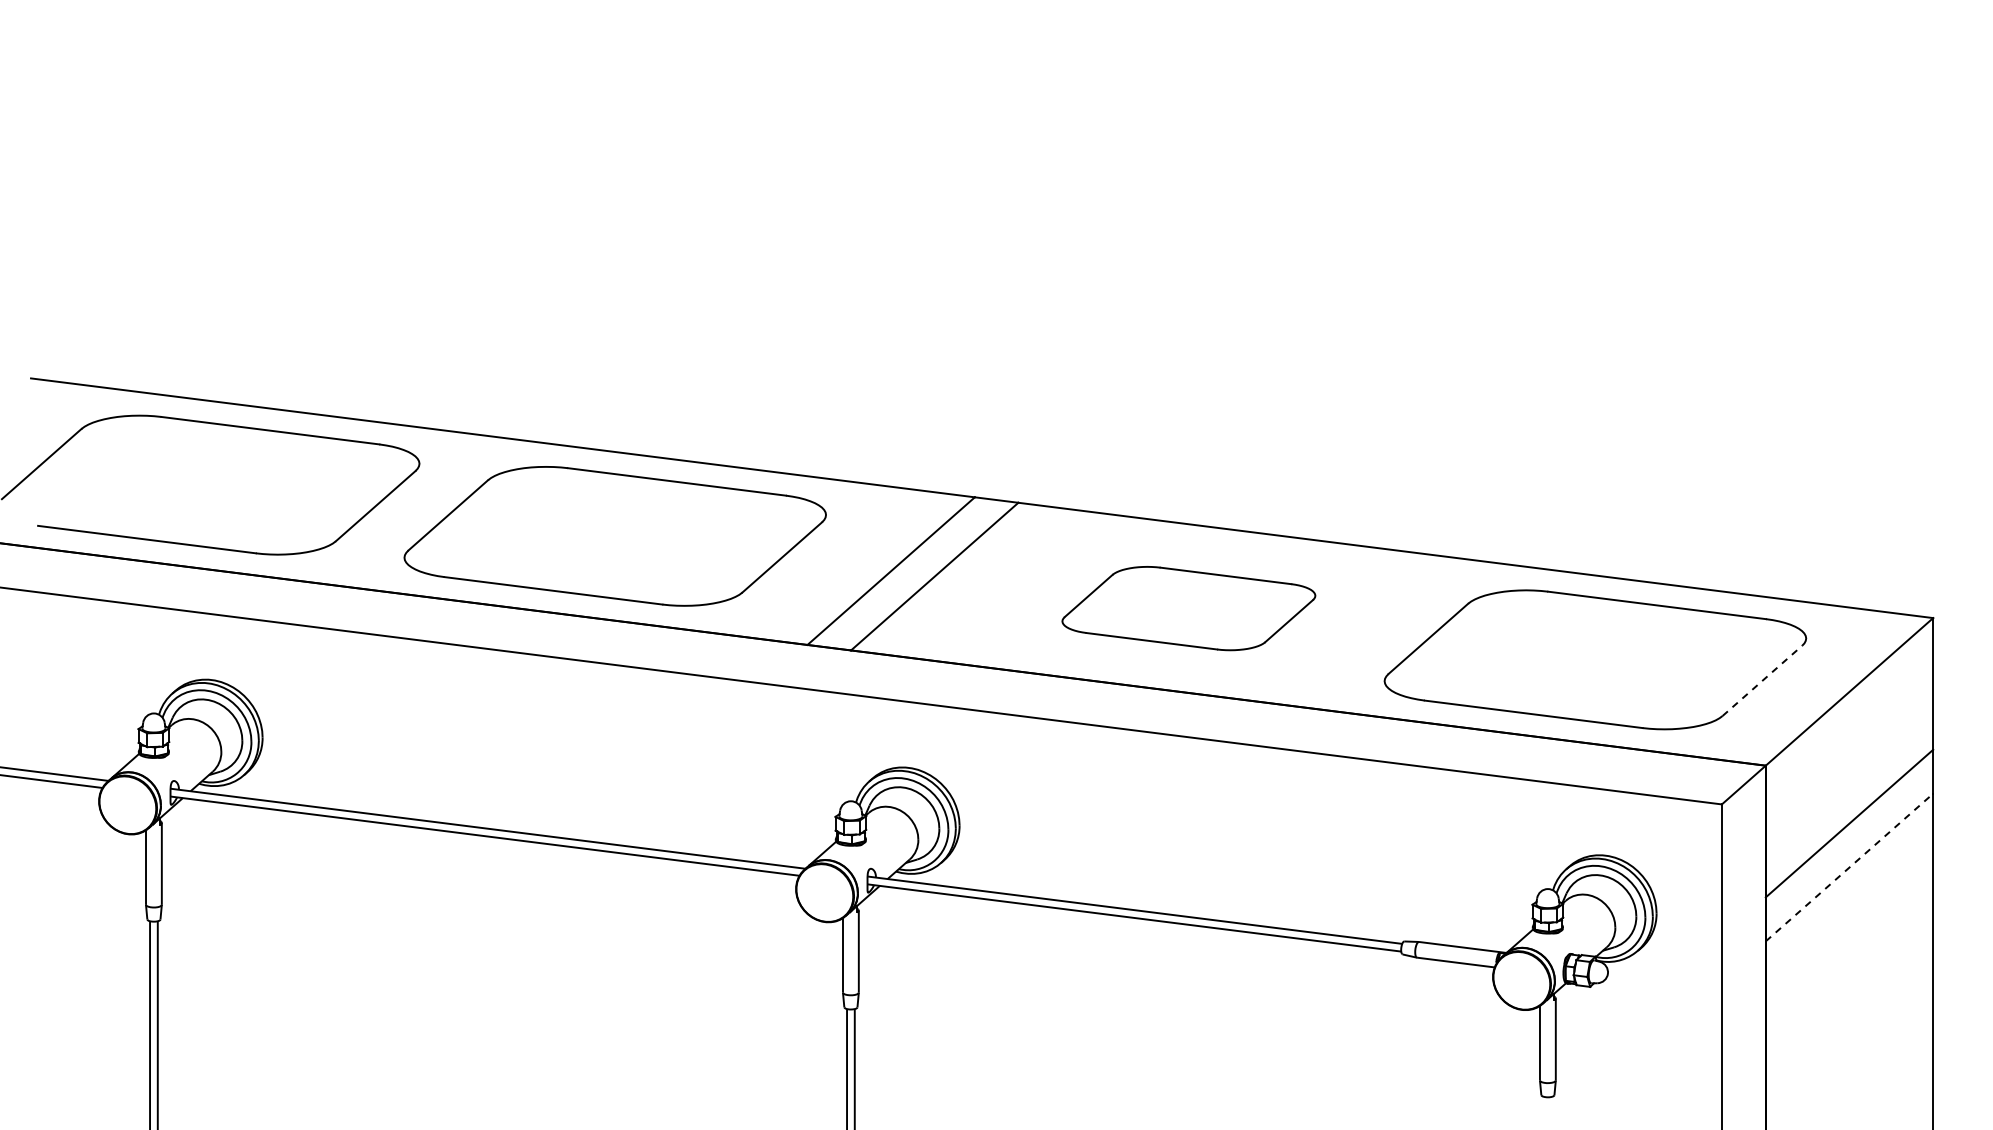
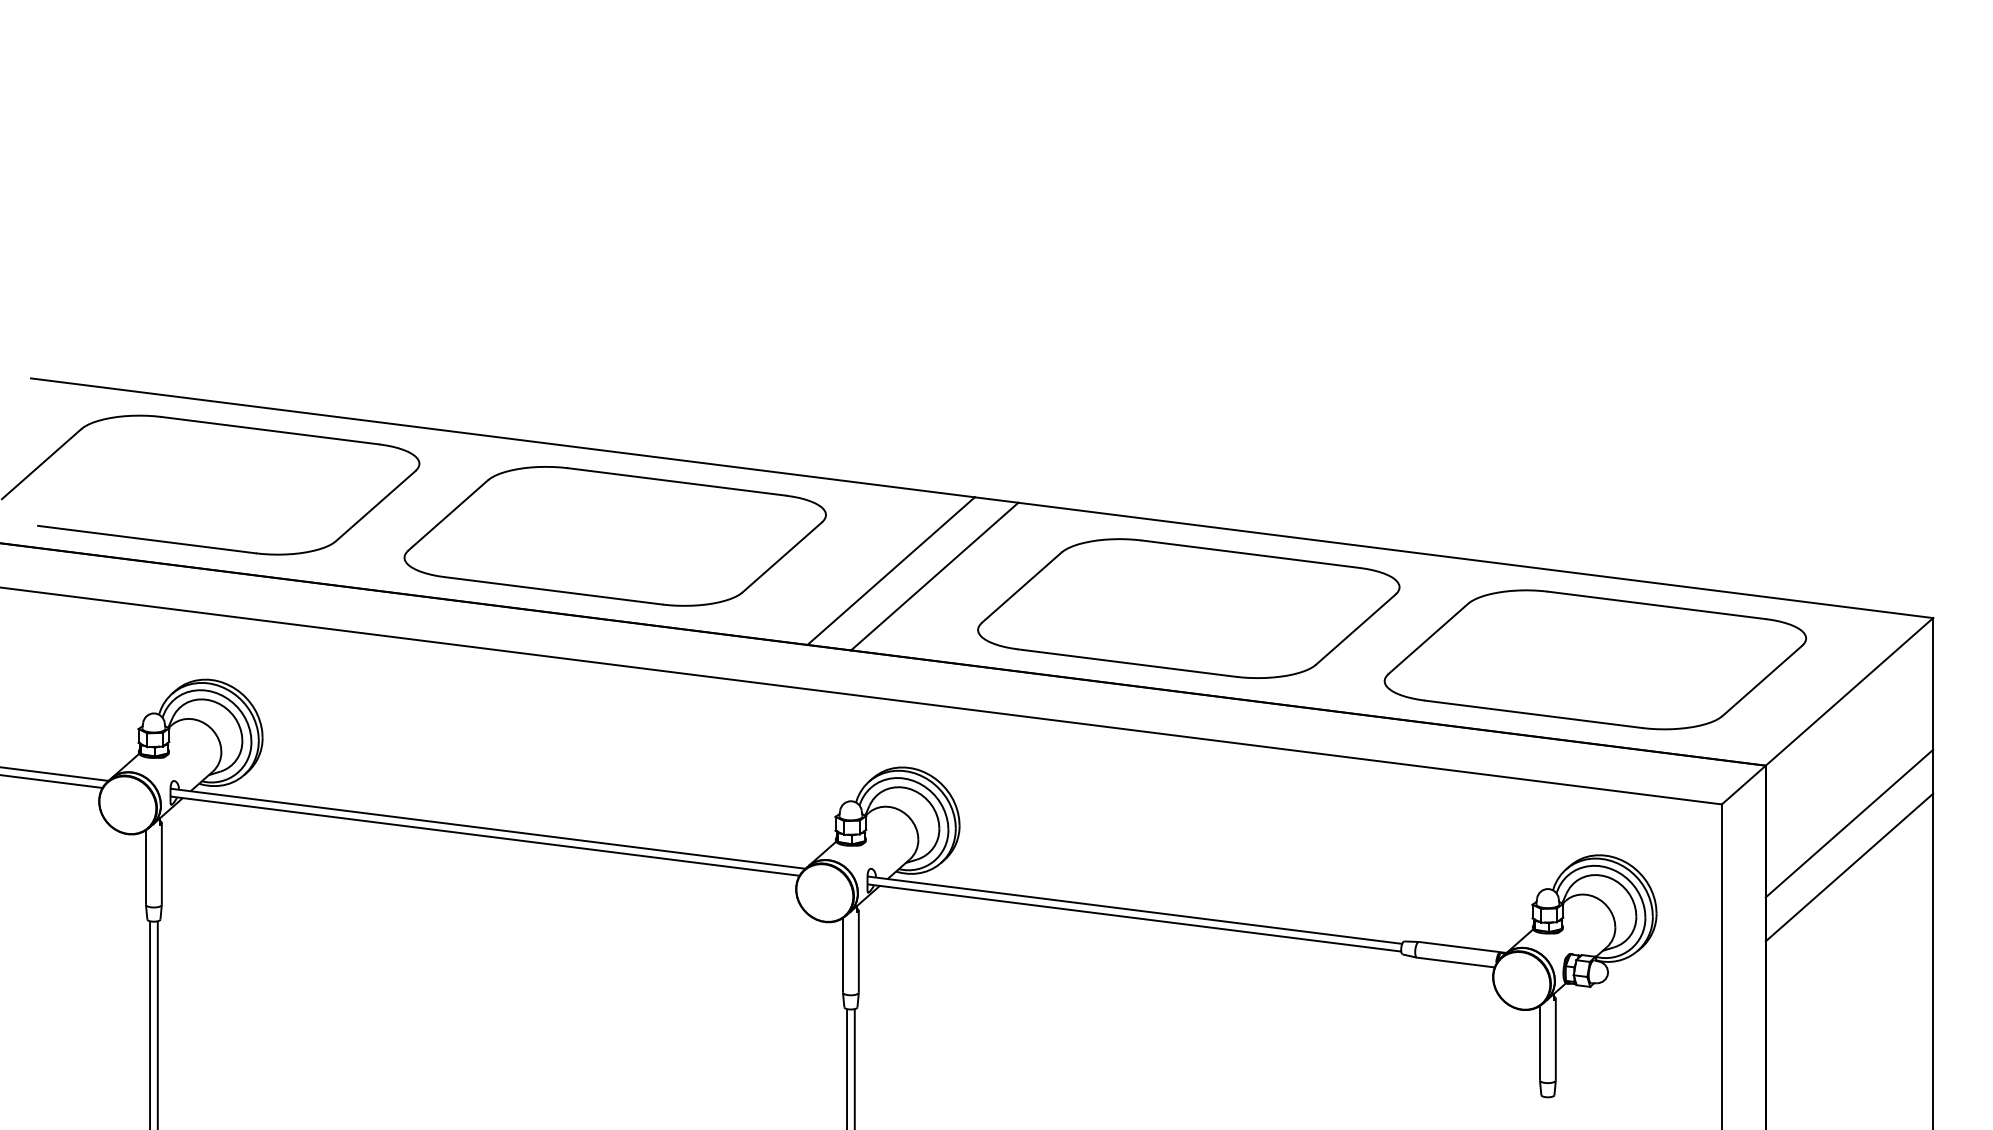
part at (1188, 608) size: 256x86 px -> 424x141 px
line at (1762, 680): dashed -> solid
line at (1849, 867): dashed -> solid
